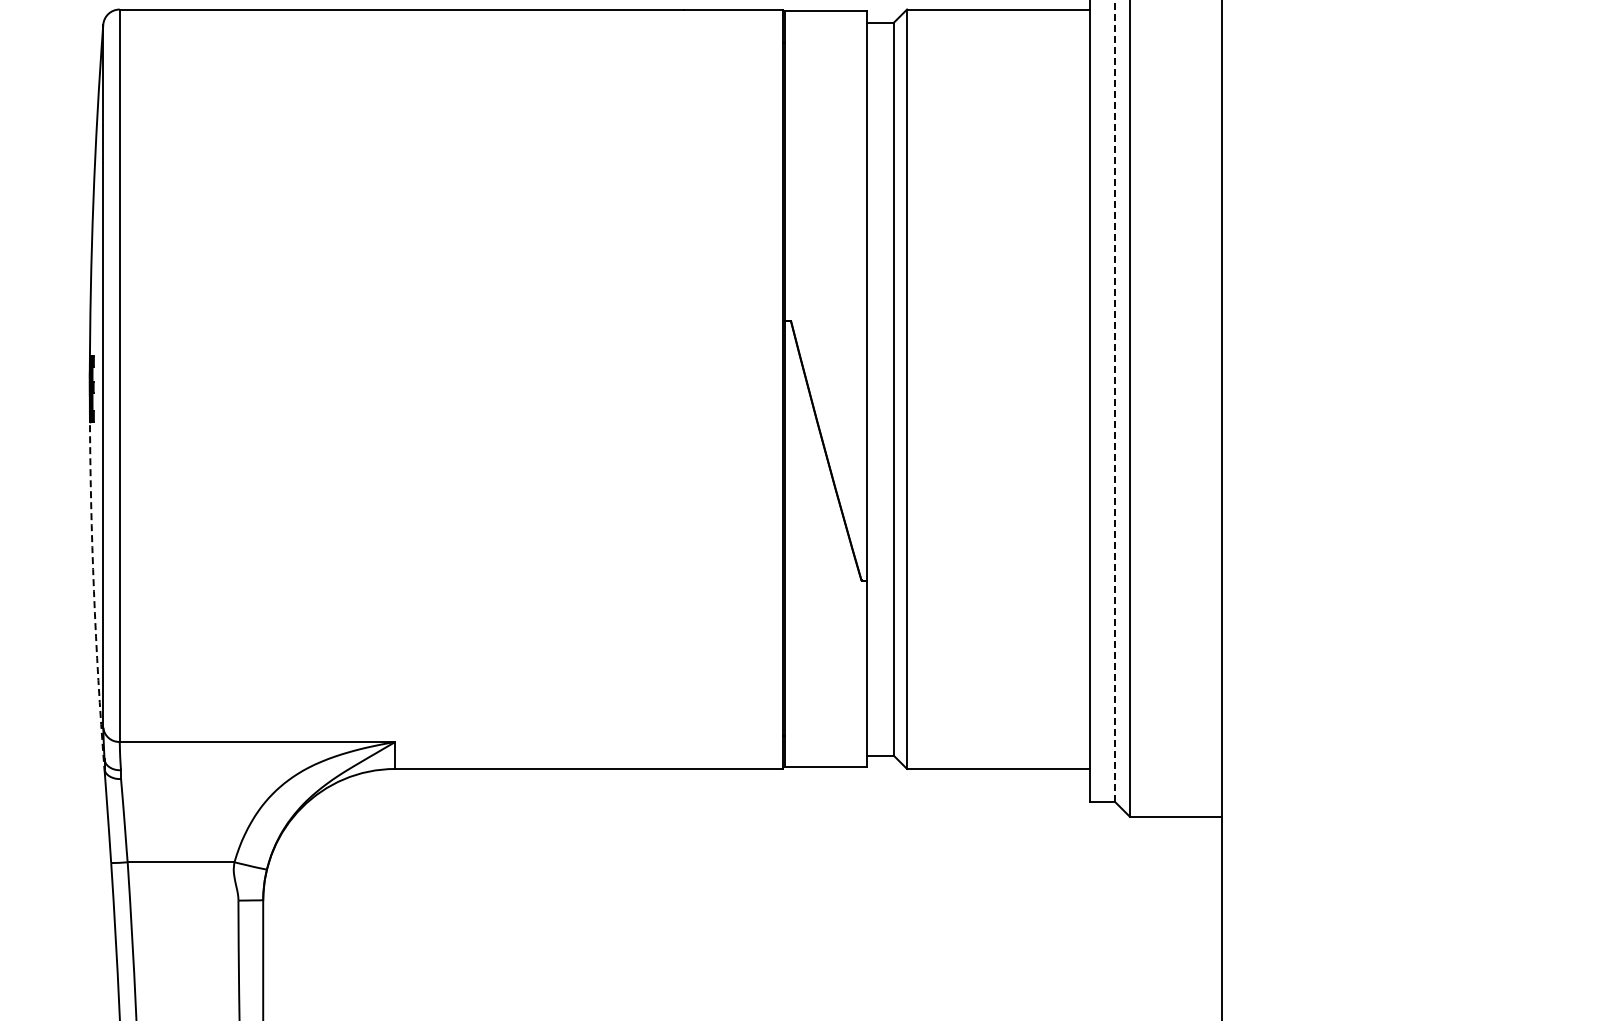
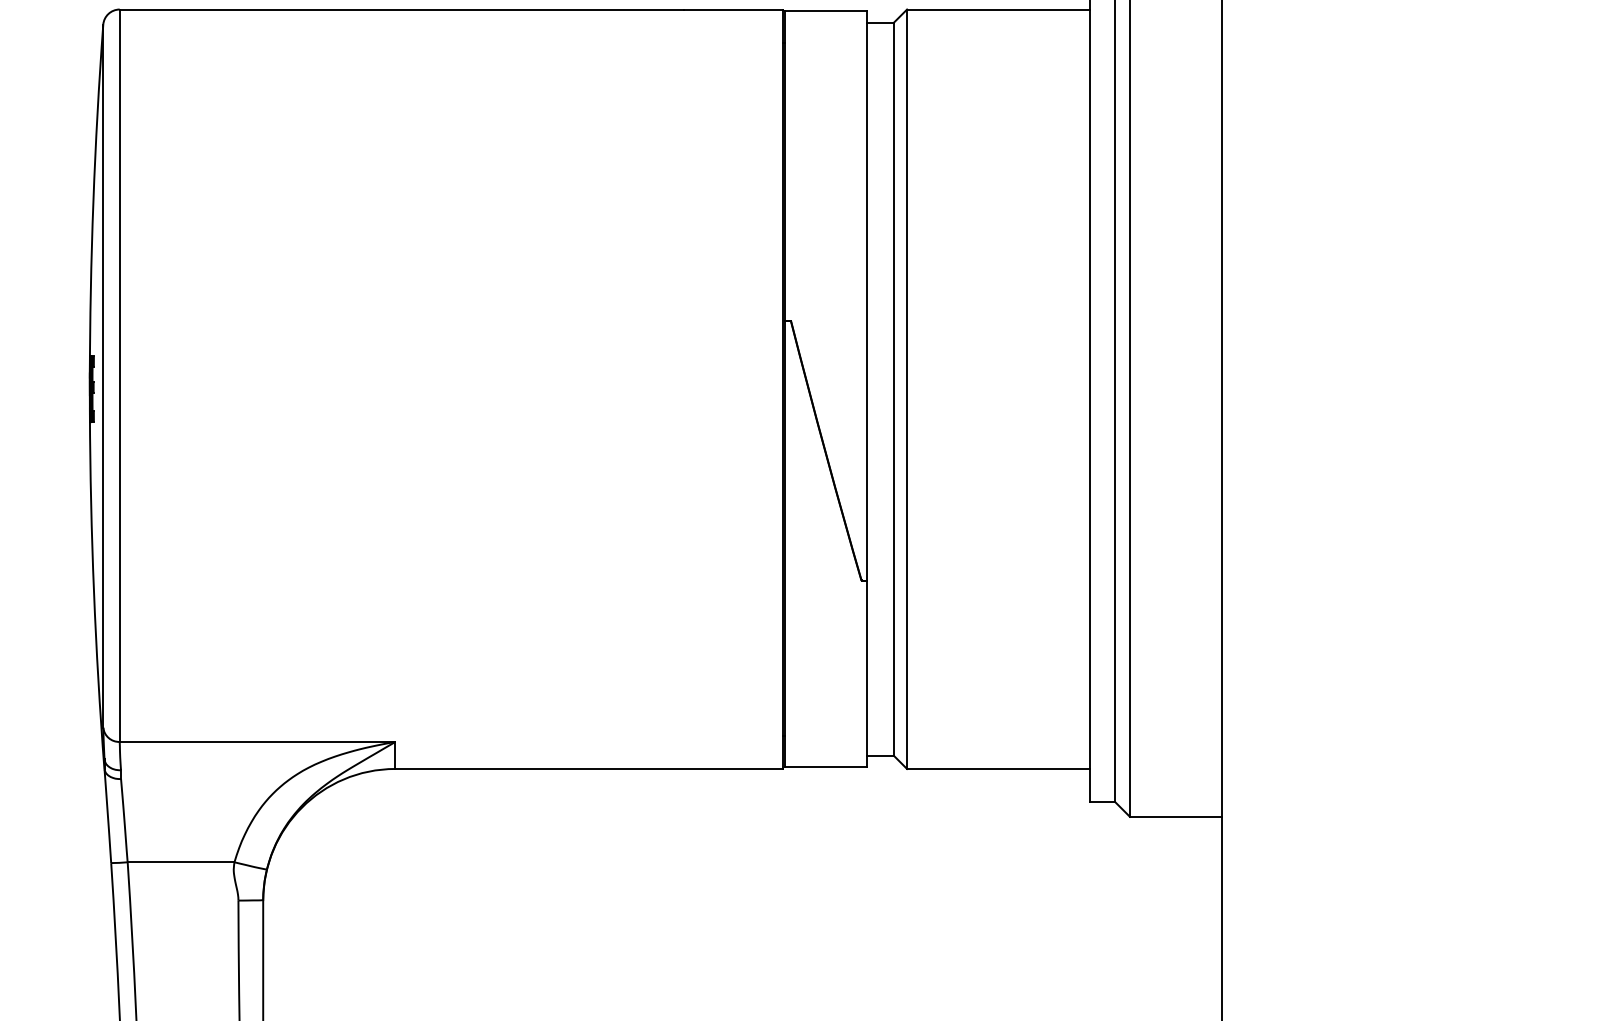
line at (1115, 401): dashed -> solid
arc at (93, 591): dashed -> solid
